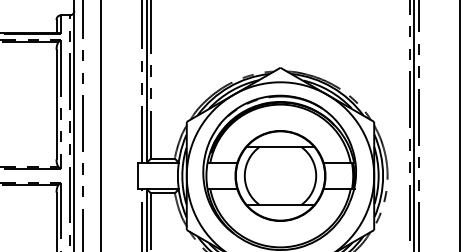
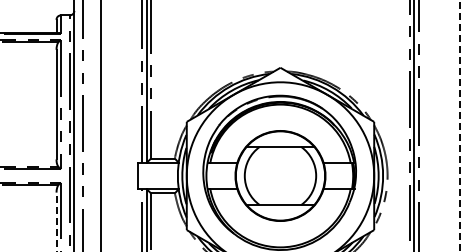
line at (459, 126): solid -> dashed
line at (56, 221): solid -> dashed
